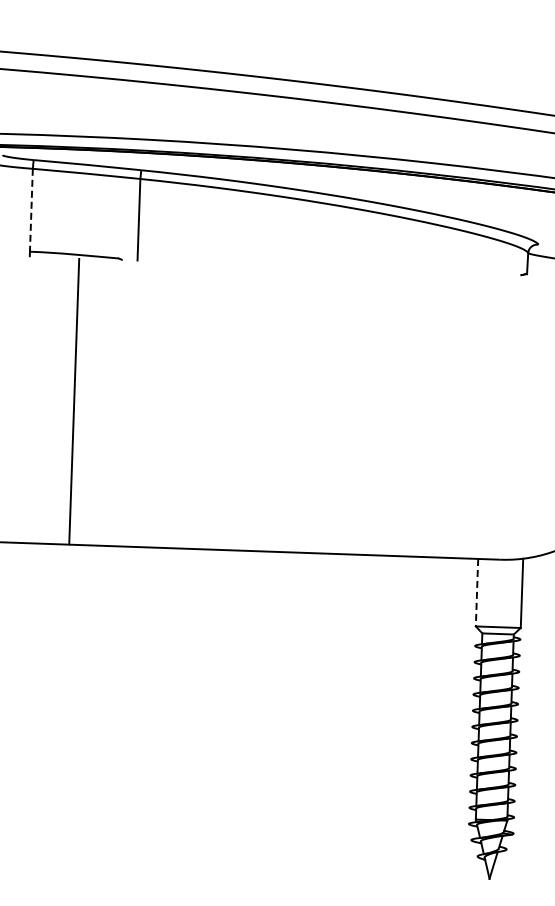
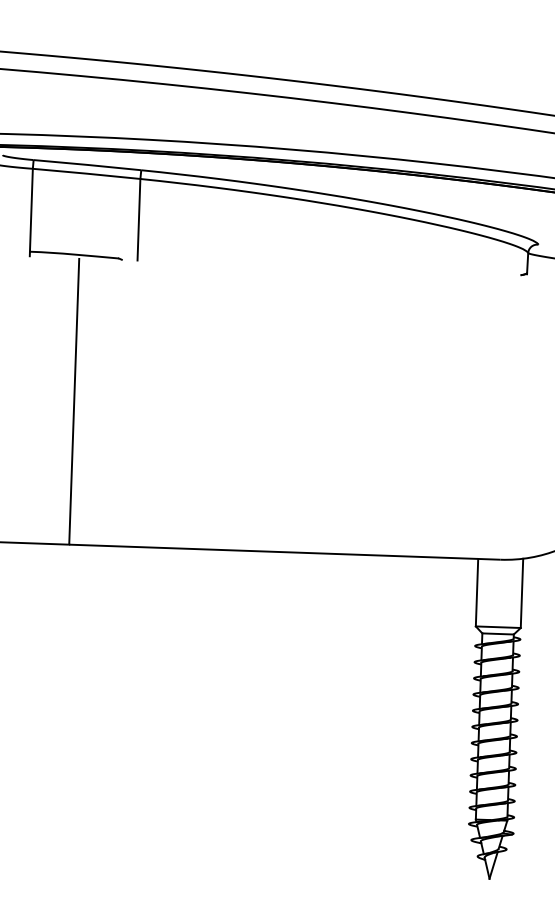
line at (31, 210): dashed -> solid
line at (477, 592): dashed -> solid
